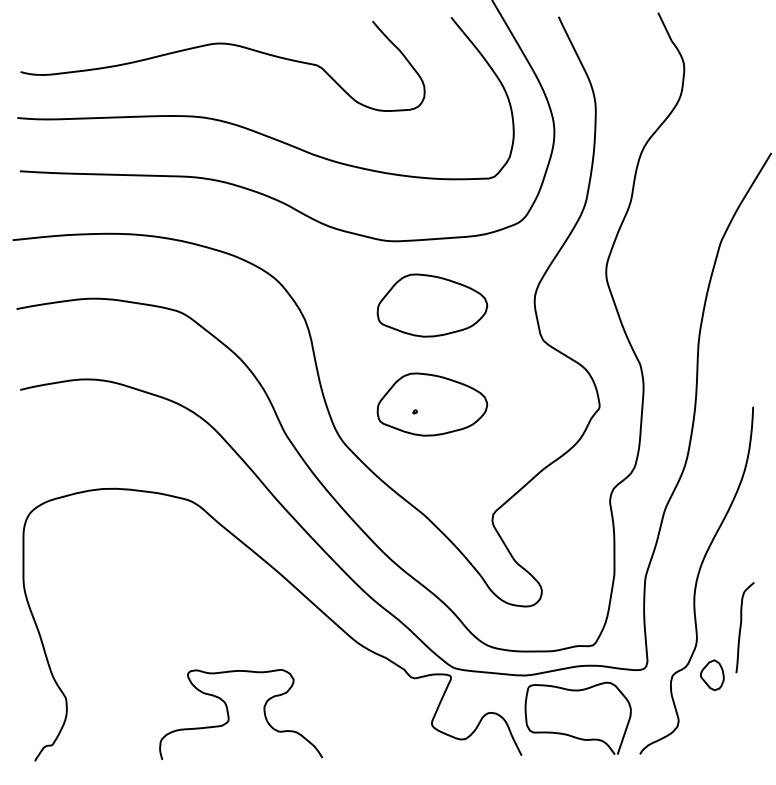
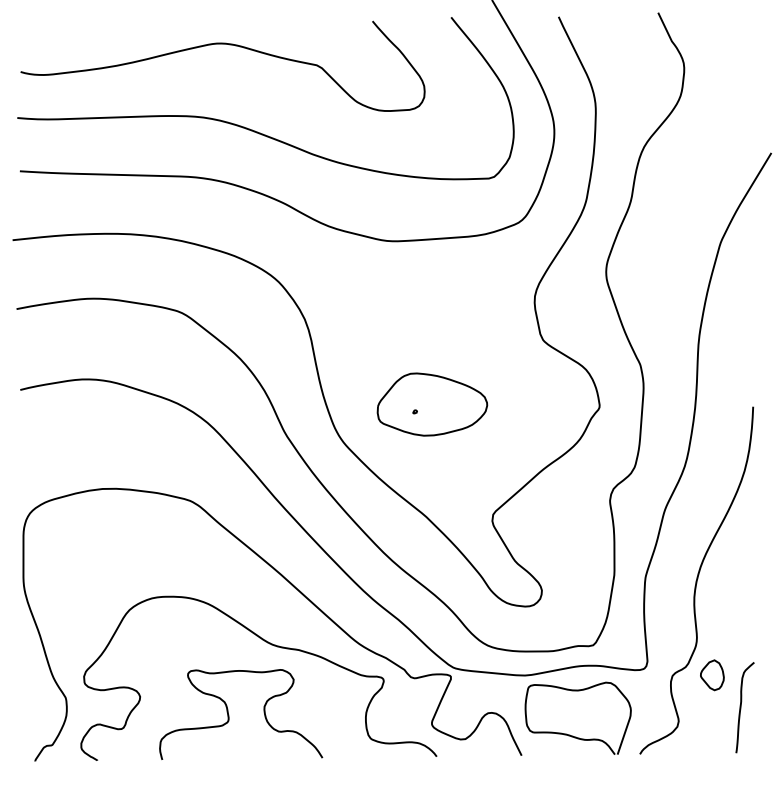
part at (432, 305): present -> none
curve at (741, 627) position: (741, 627) -> (741, 707)
curve at (271, 645): none -> present
